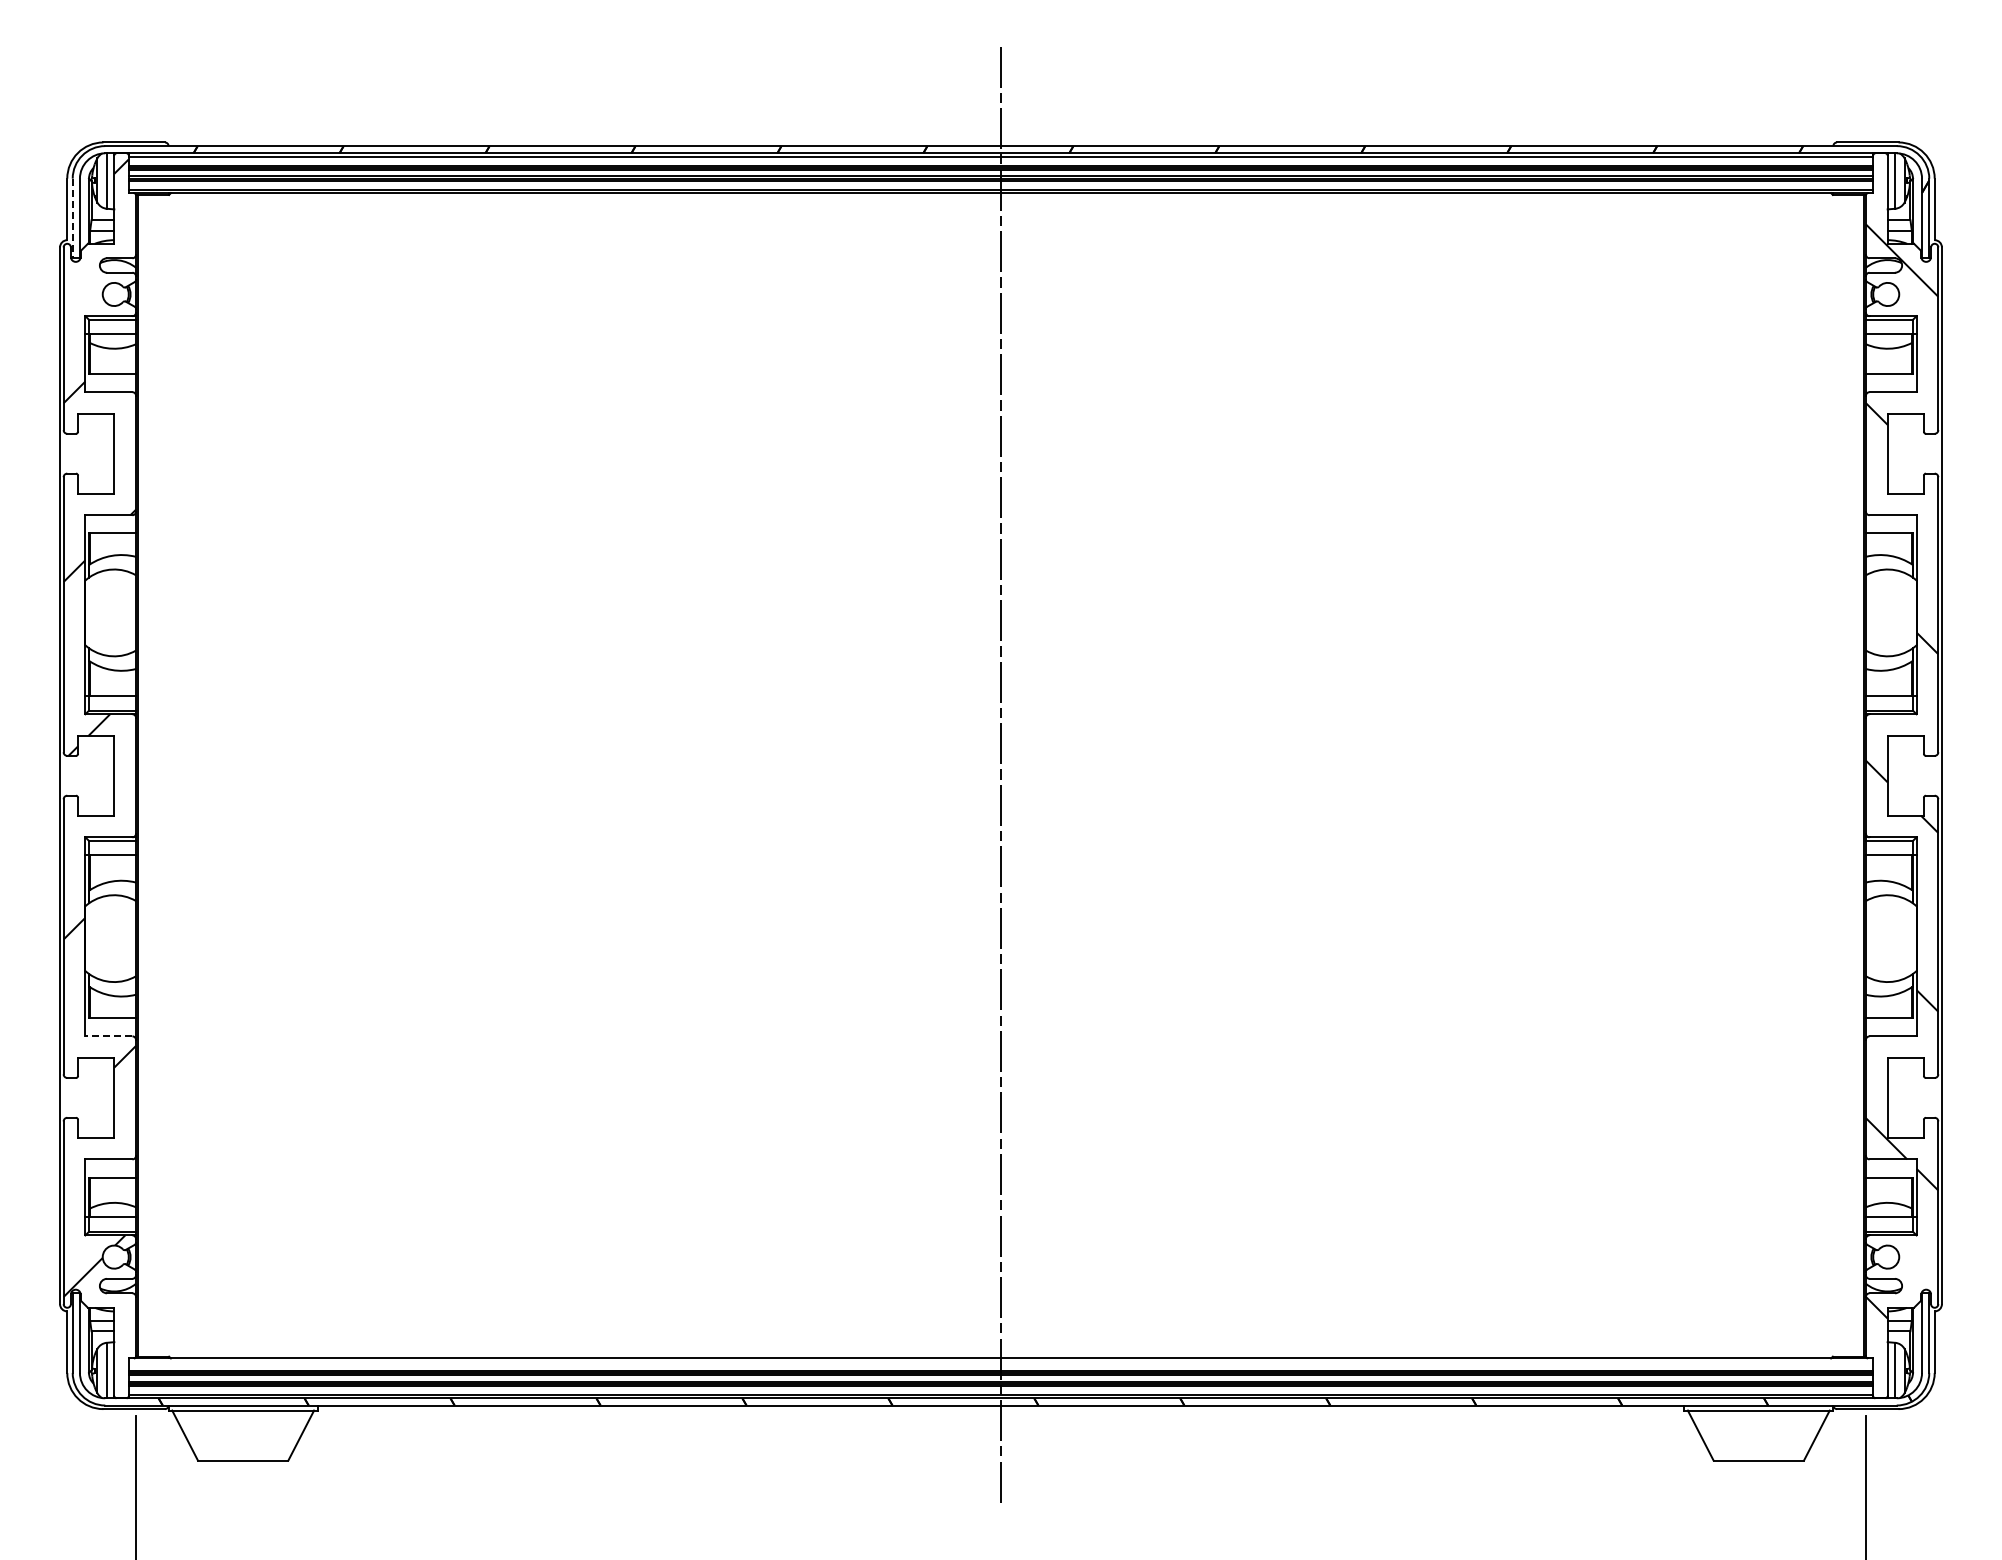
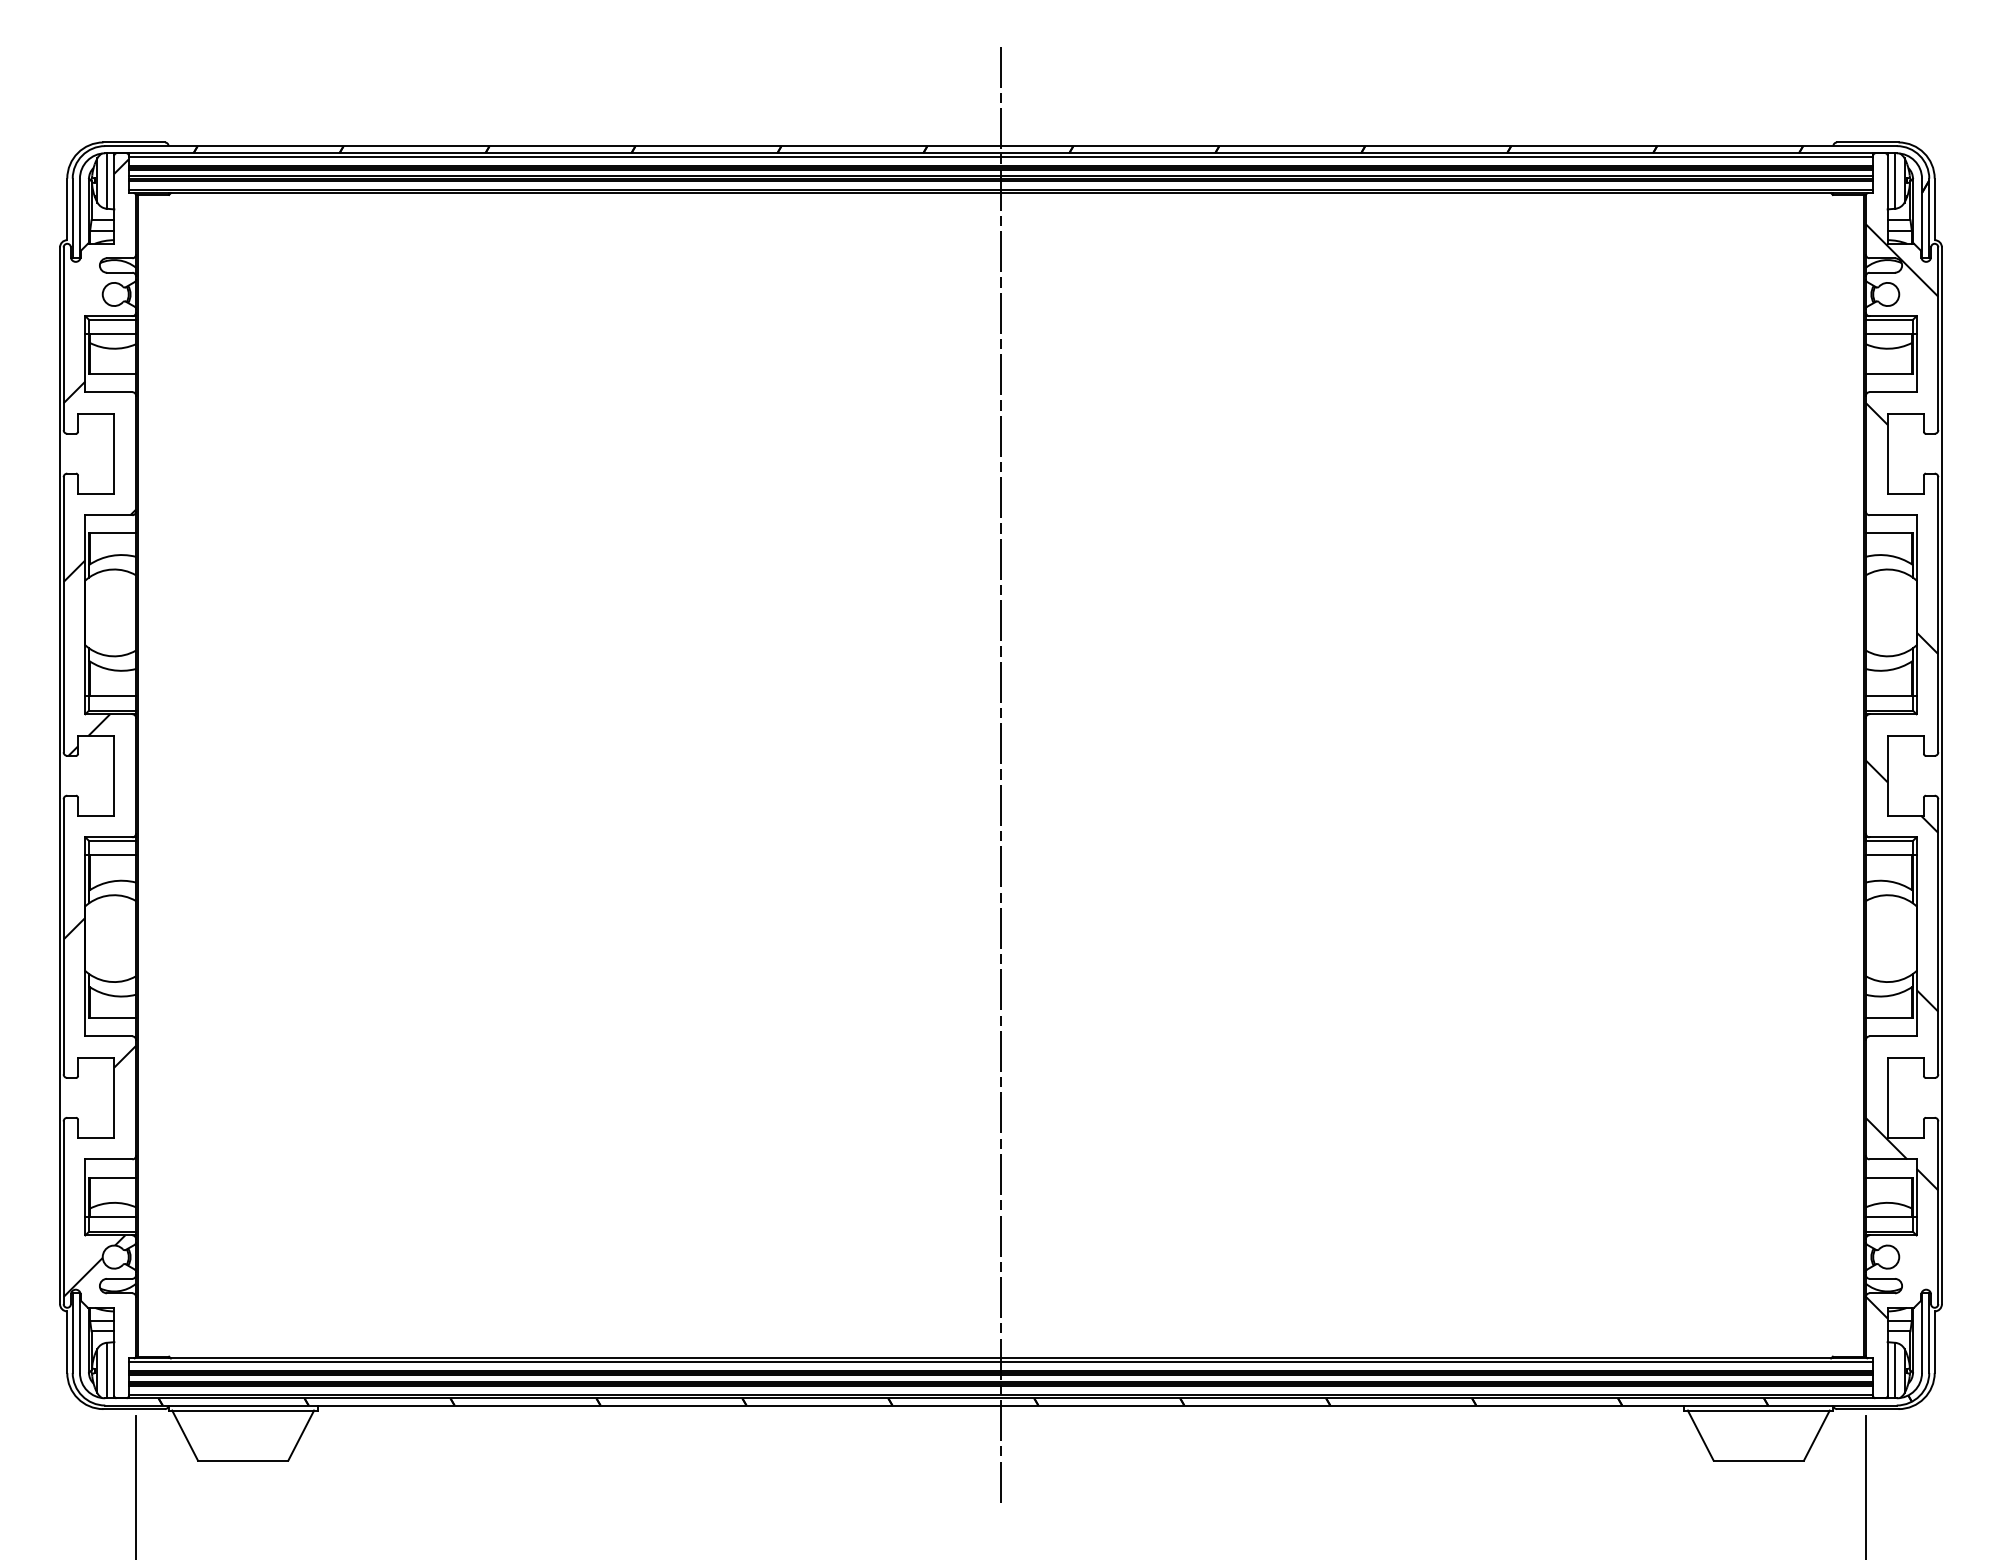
line at (72, 218): dashed -> solid
line at (108, 1036): dashed -> solid
line at (1000, 1362): none -> present
